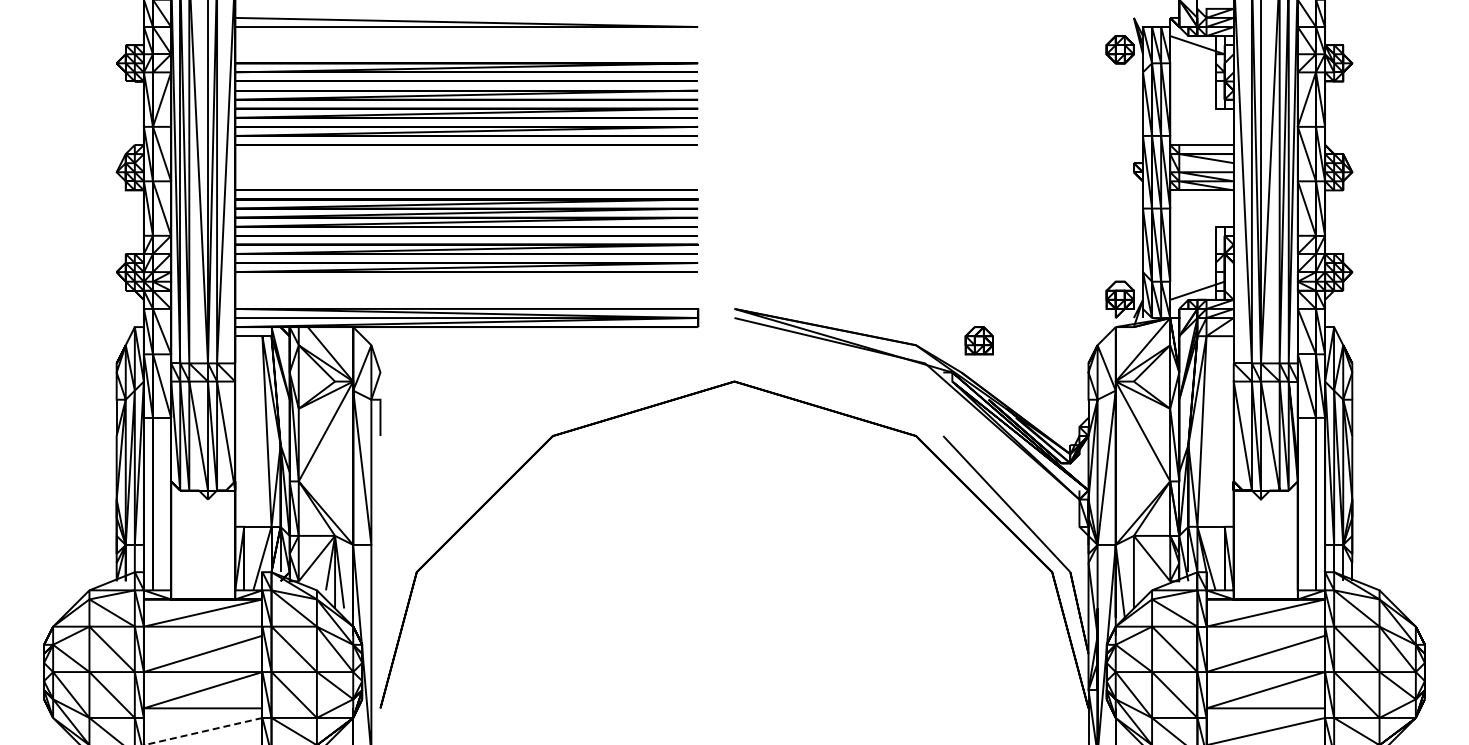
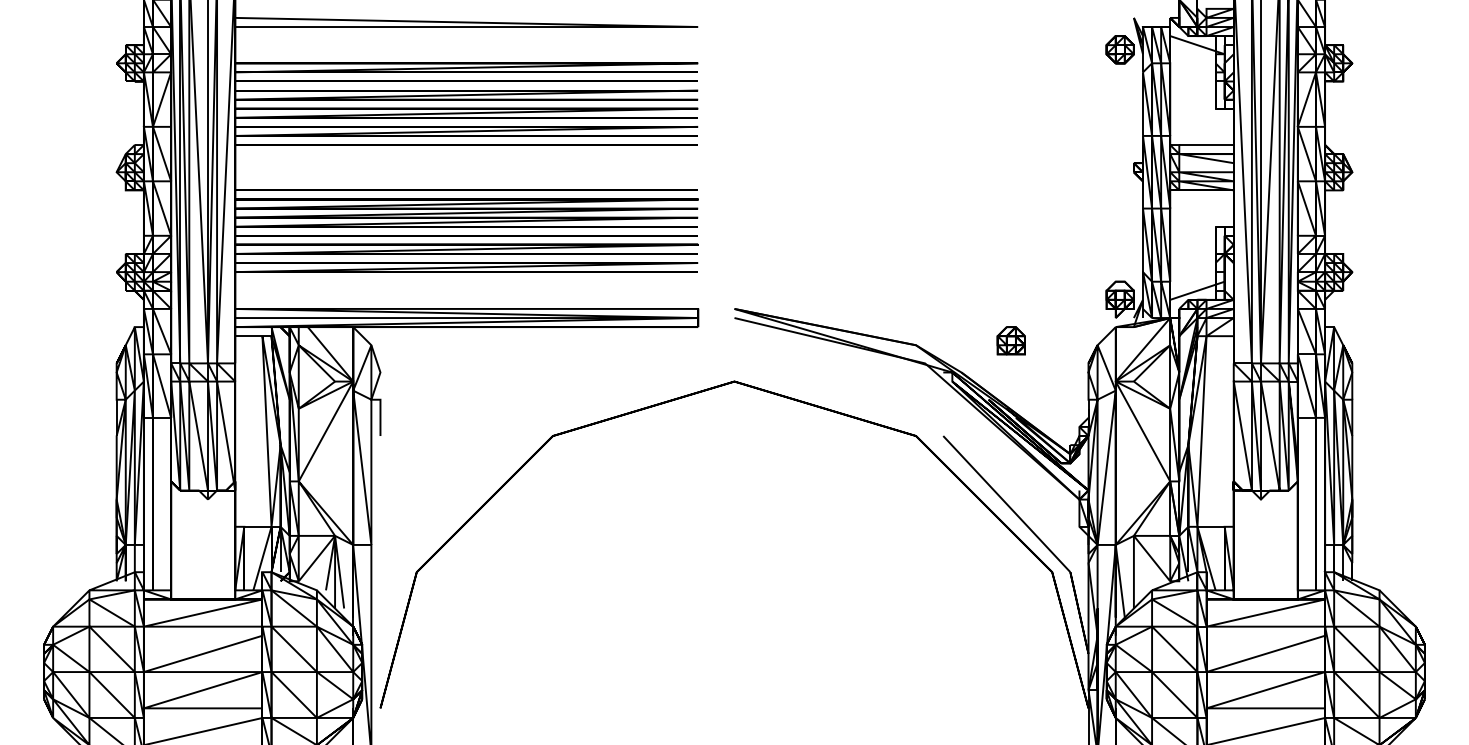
part at (978, 340) position: (978, 340) -> (1010, 340)
line at (203, 731): dashed -> solid
